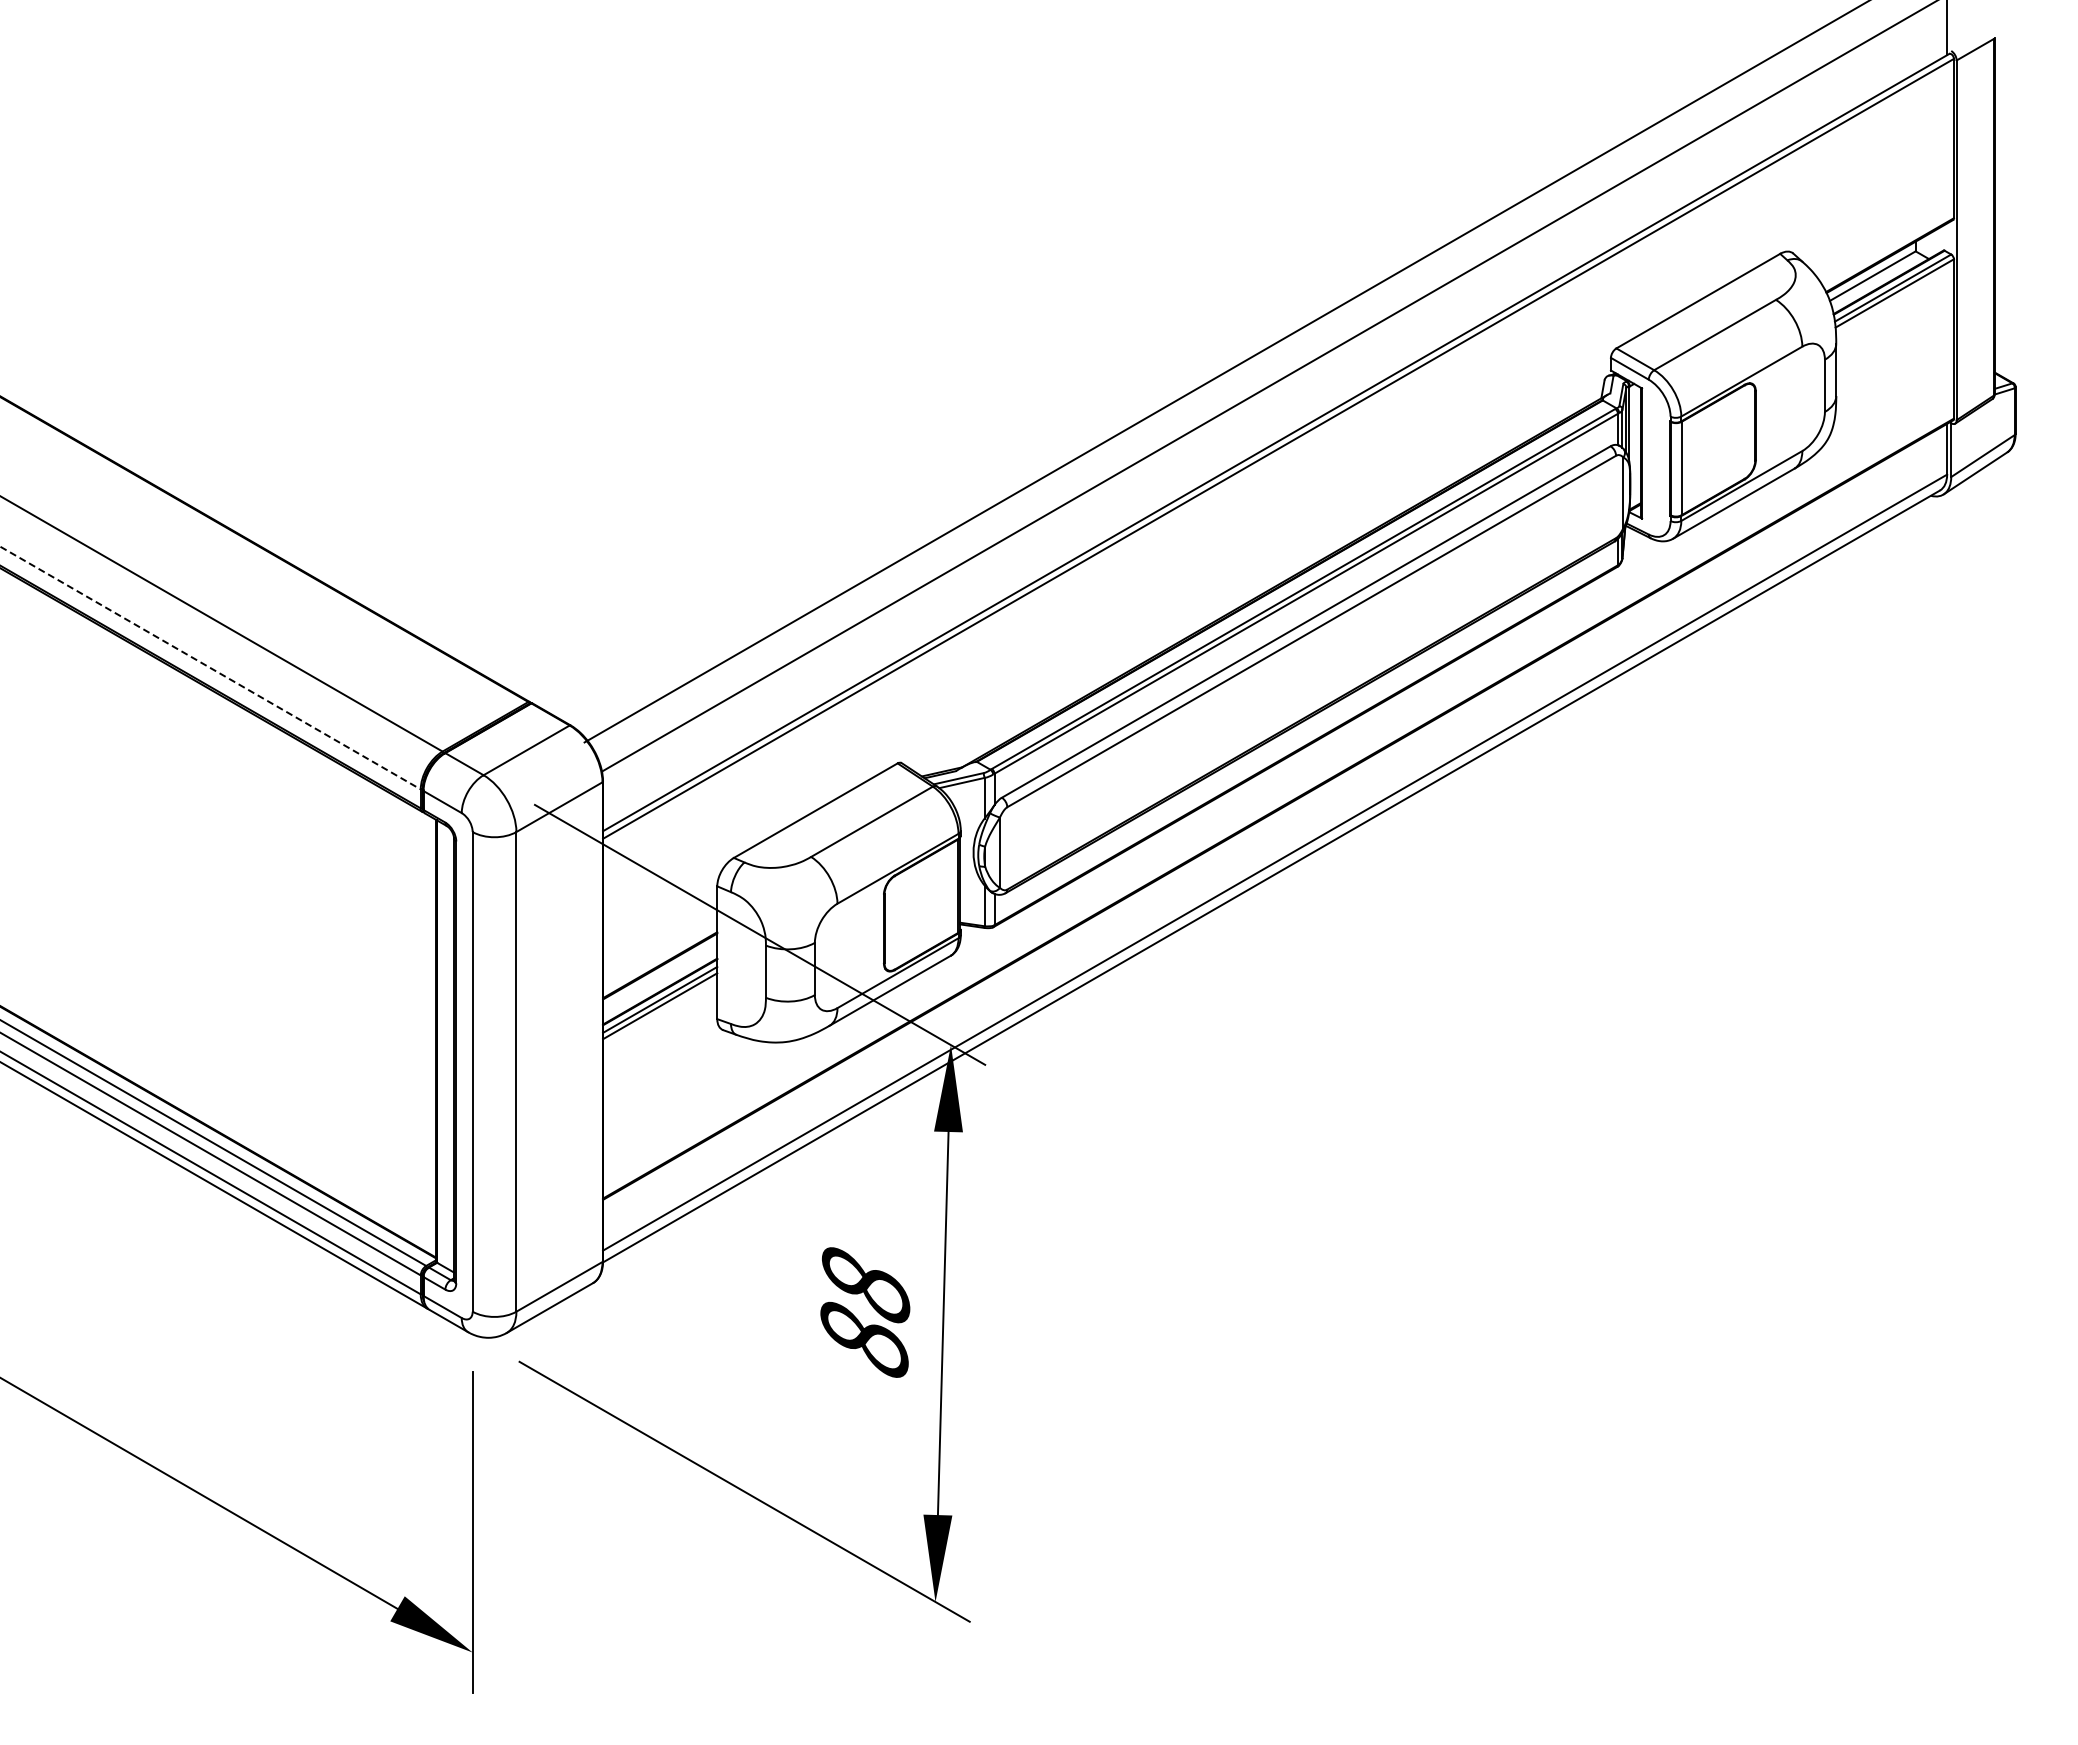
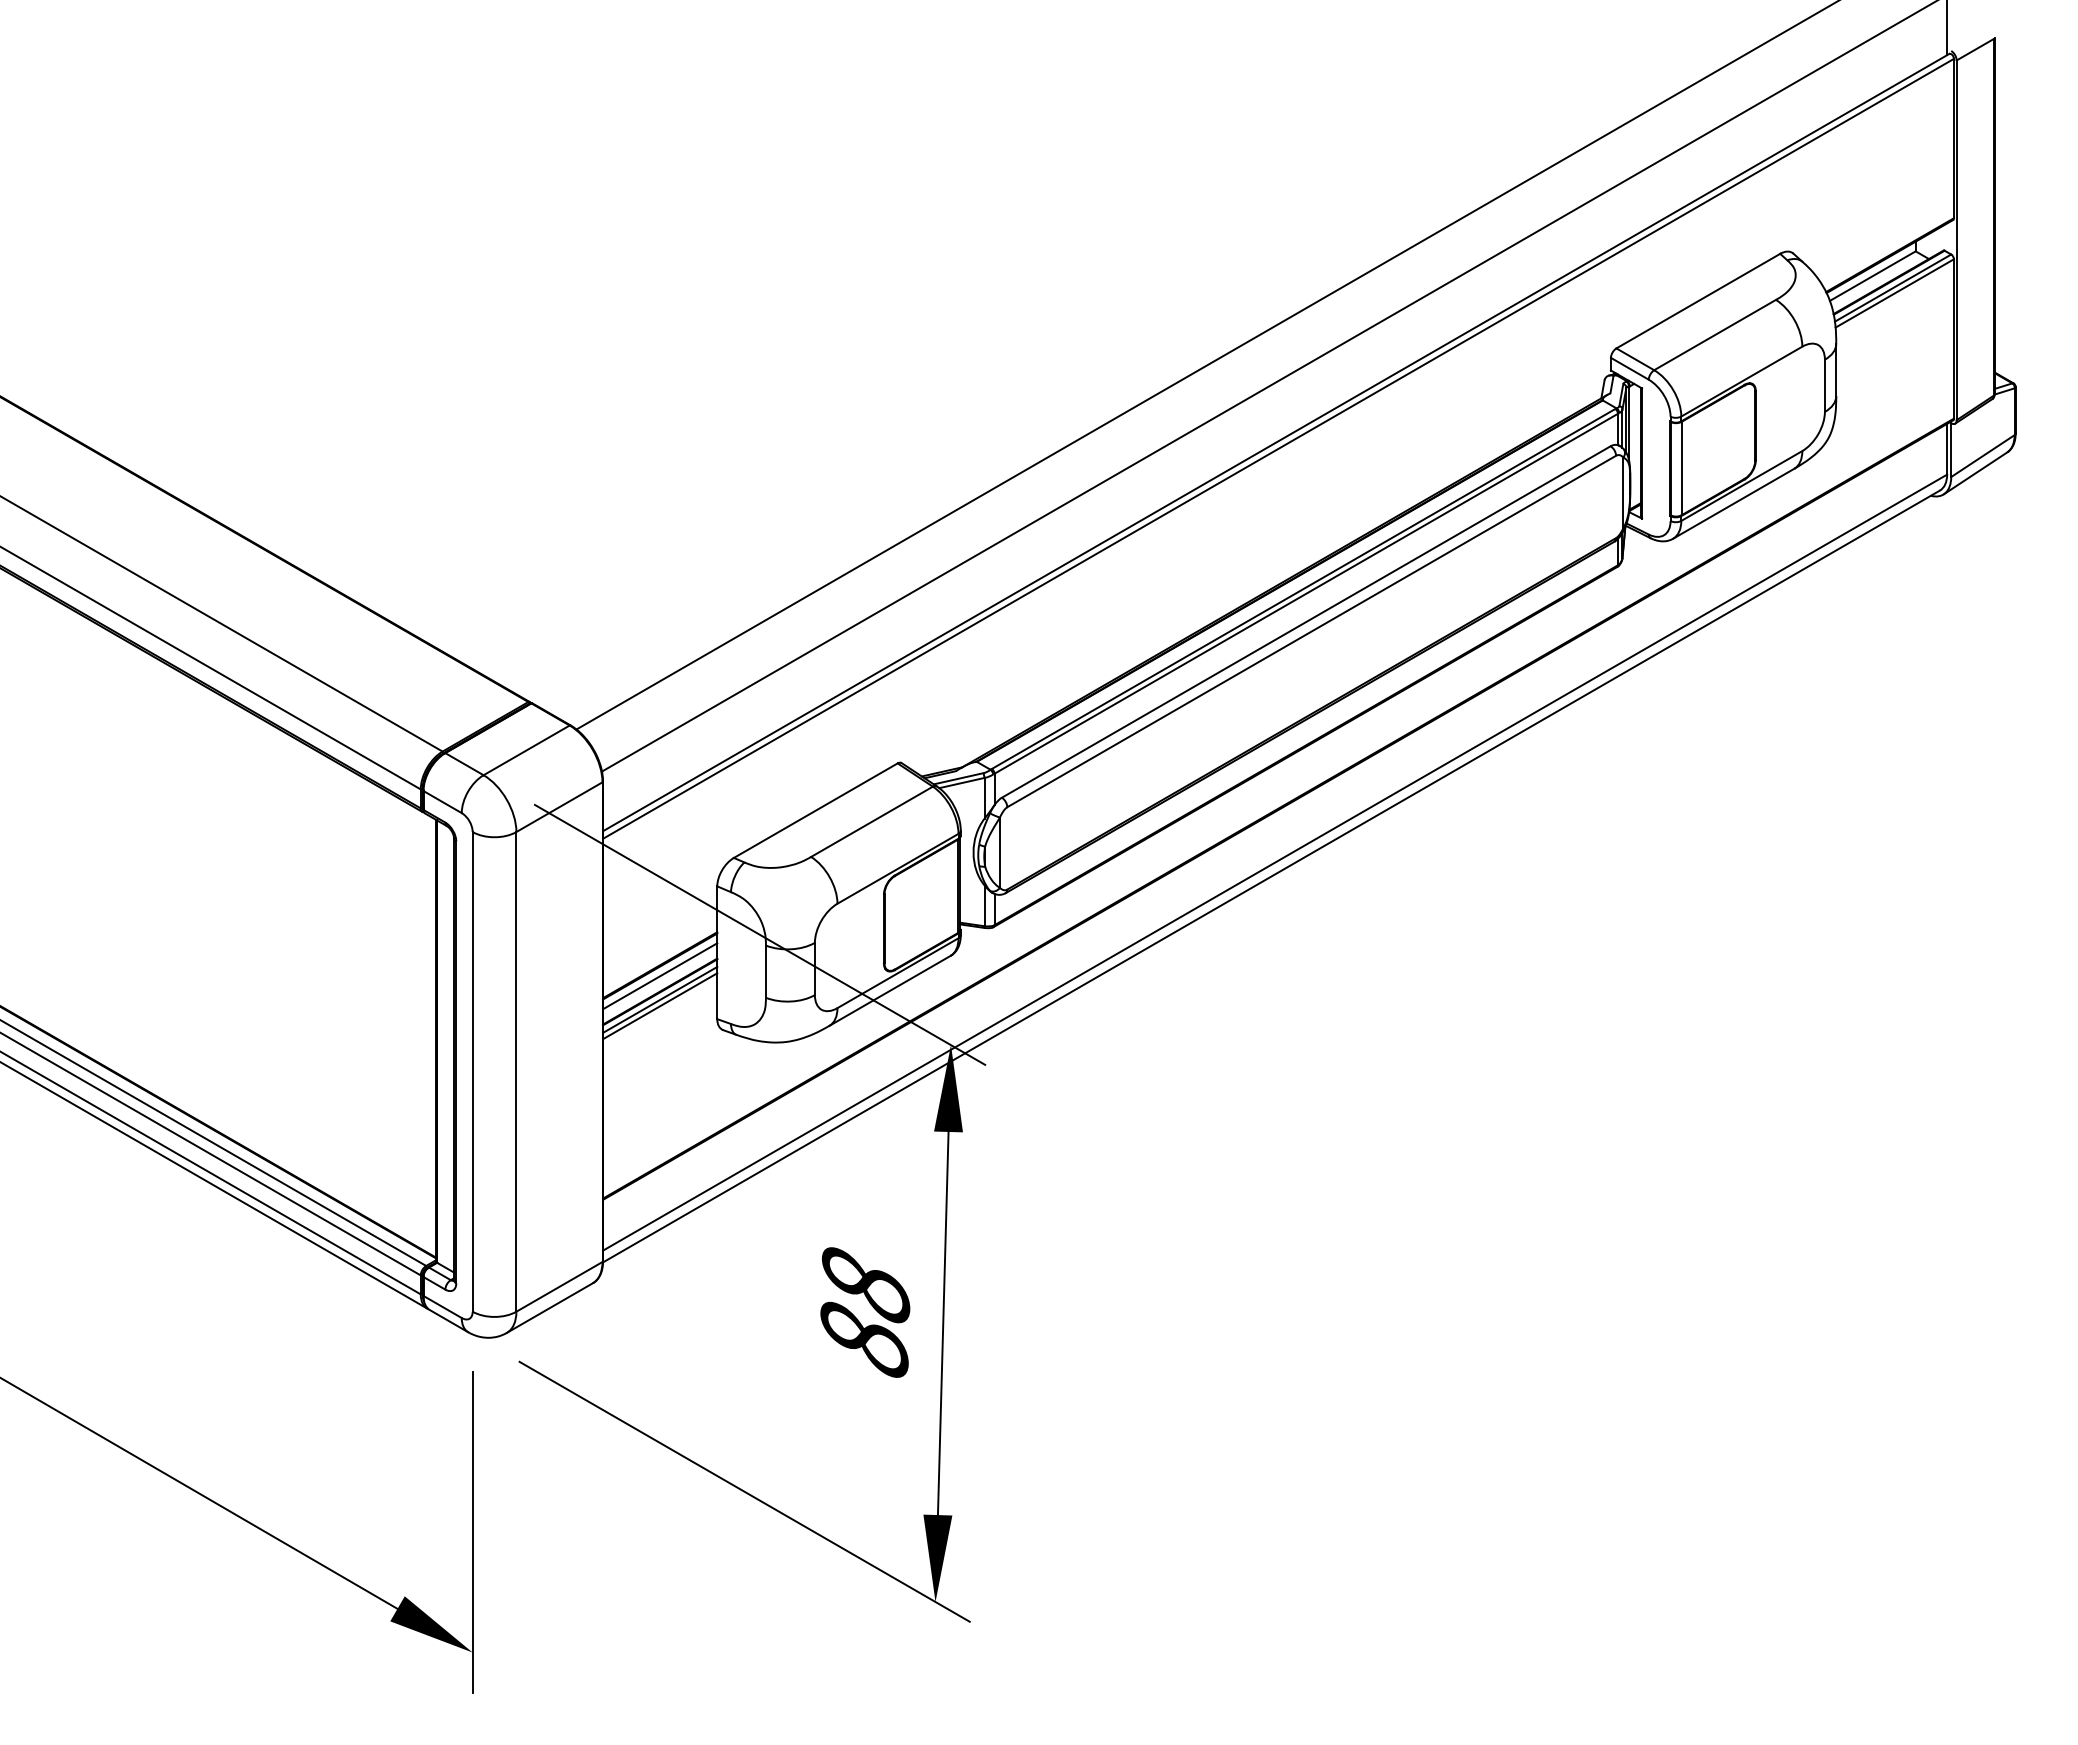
line at (1225, 372) position: (1225, 372) -> (1205, 365)
line at (210, 667): dashed -> solid
line at (660, 976): none -> present
